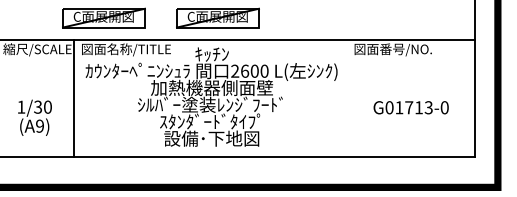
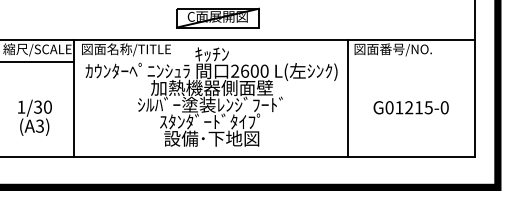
part at (103, 17): present -> none
line at (38, 61): none -> present
line at (347, 98): none -> present
text at (418, 107): G01713-0 -> G01215-0
text at (39, 125): (A9) -> (A3)
